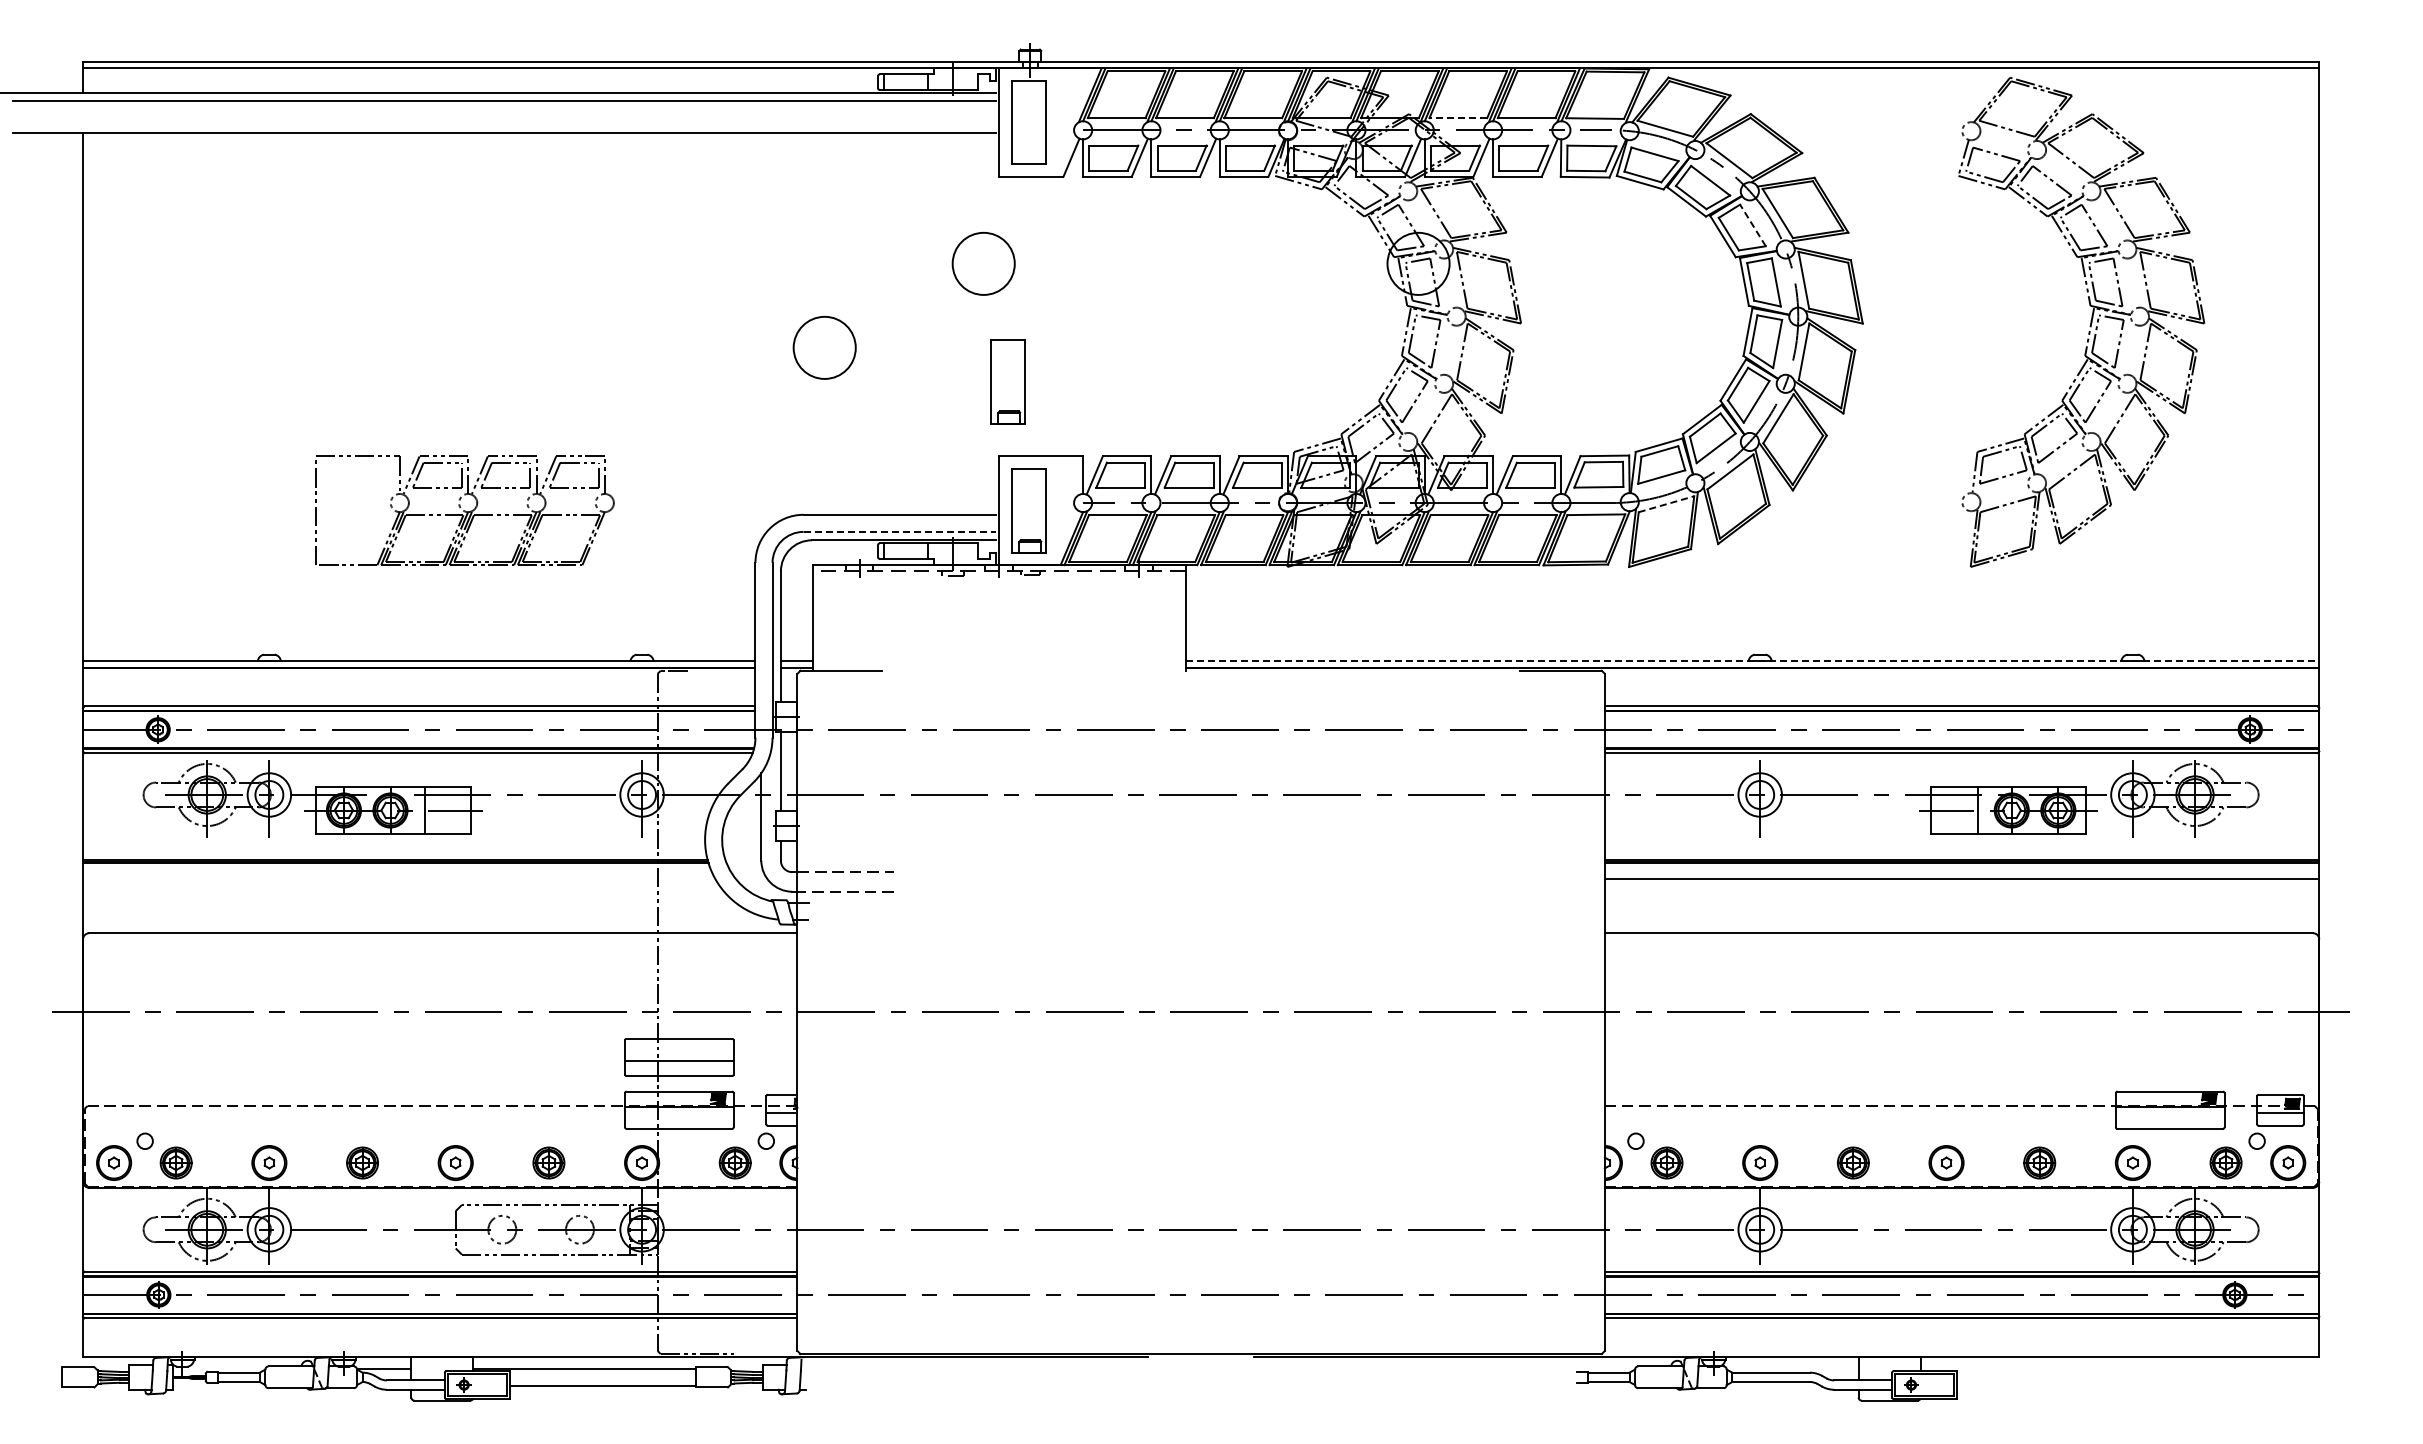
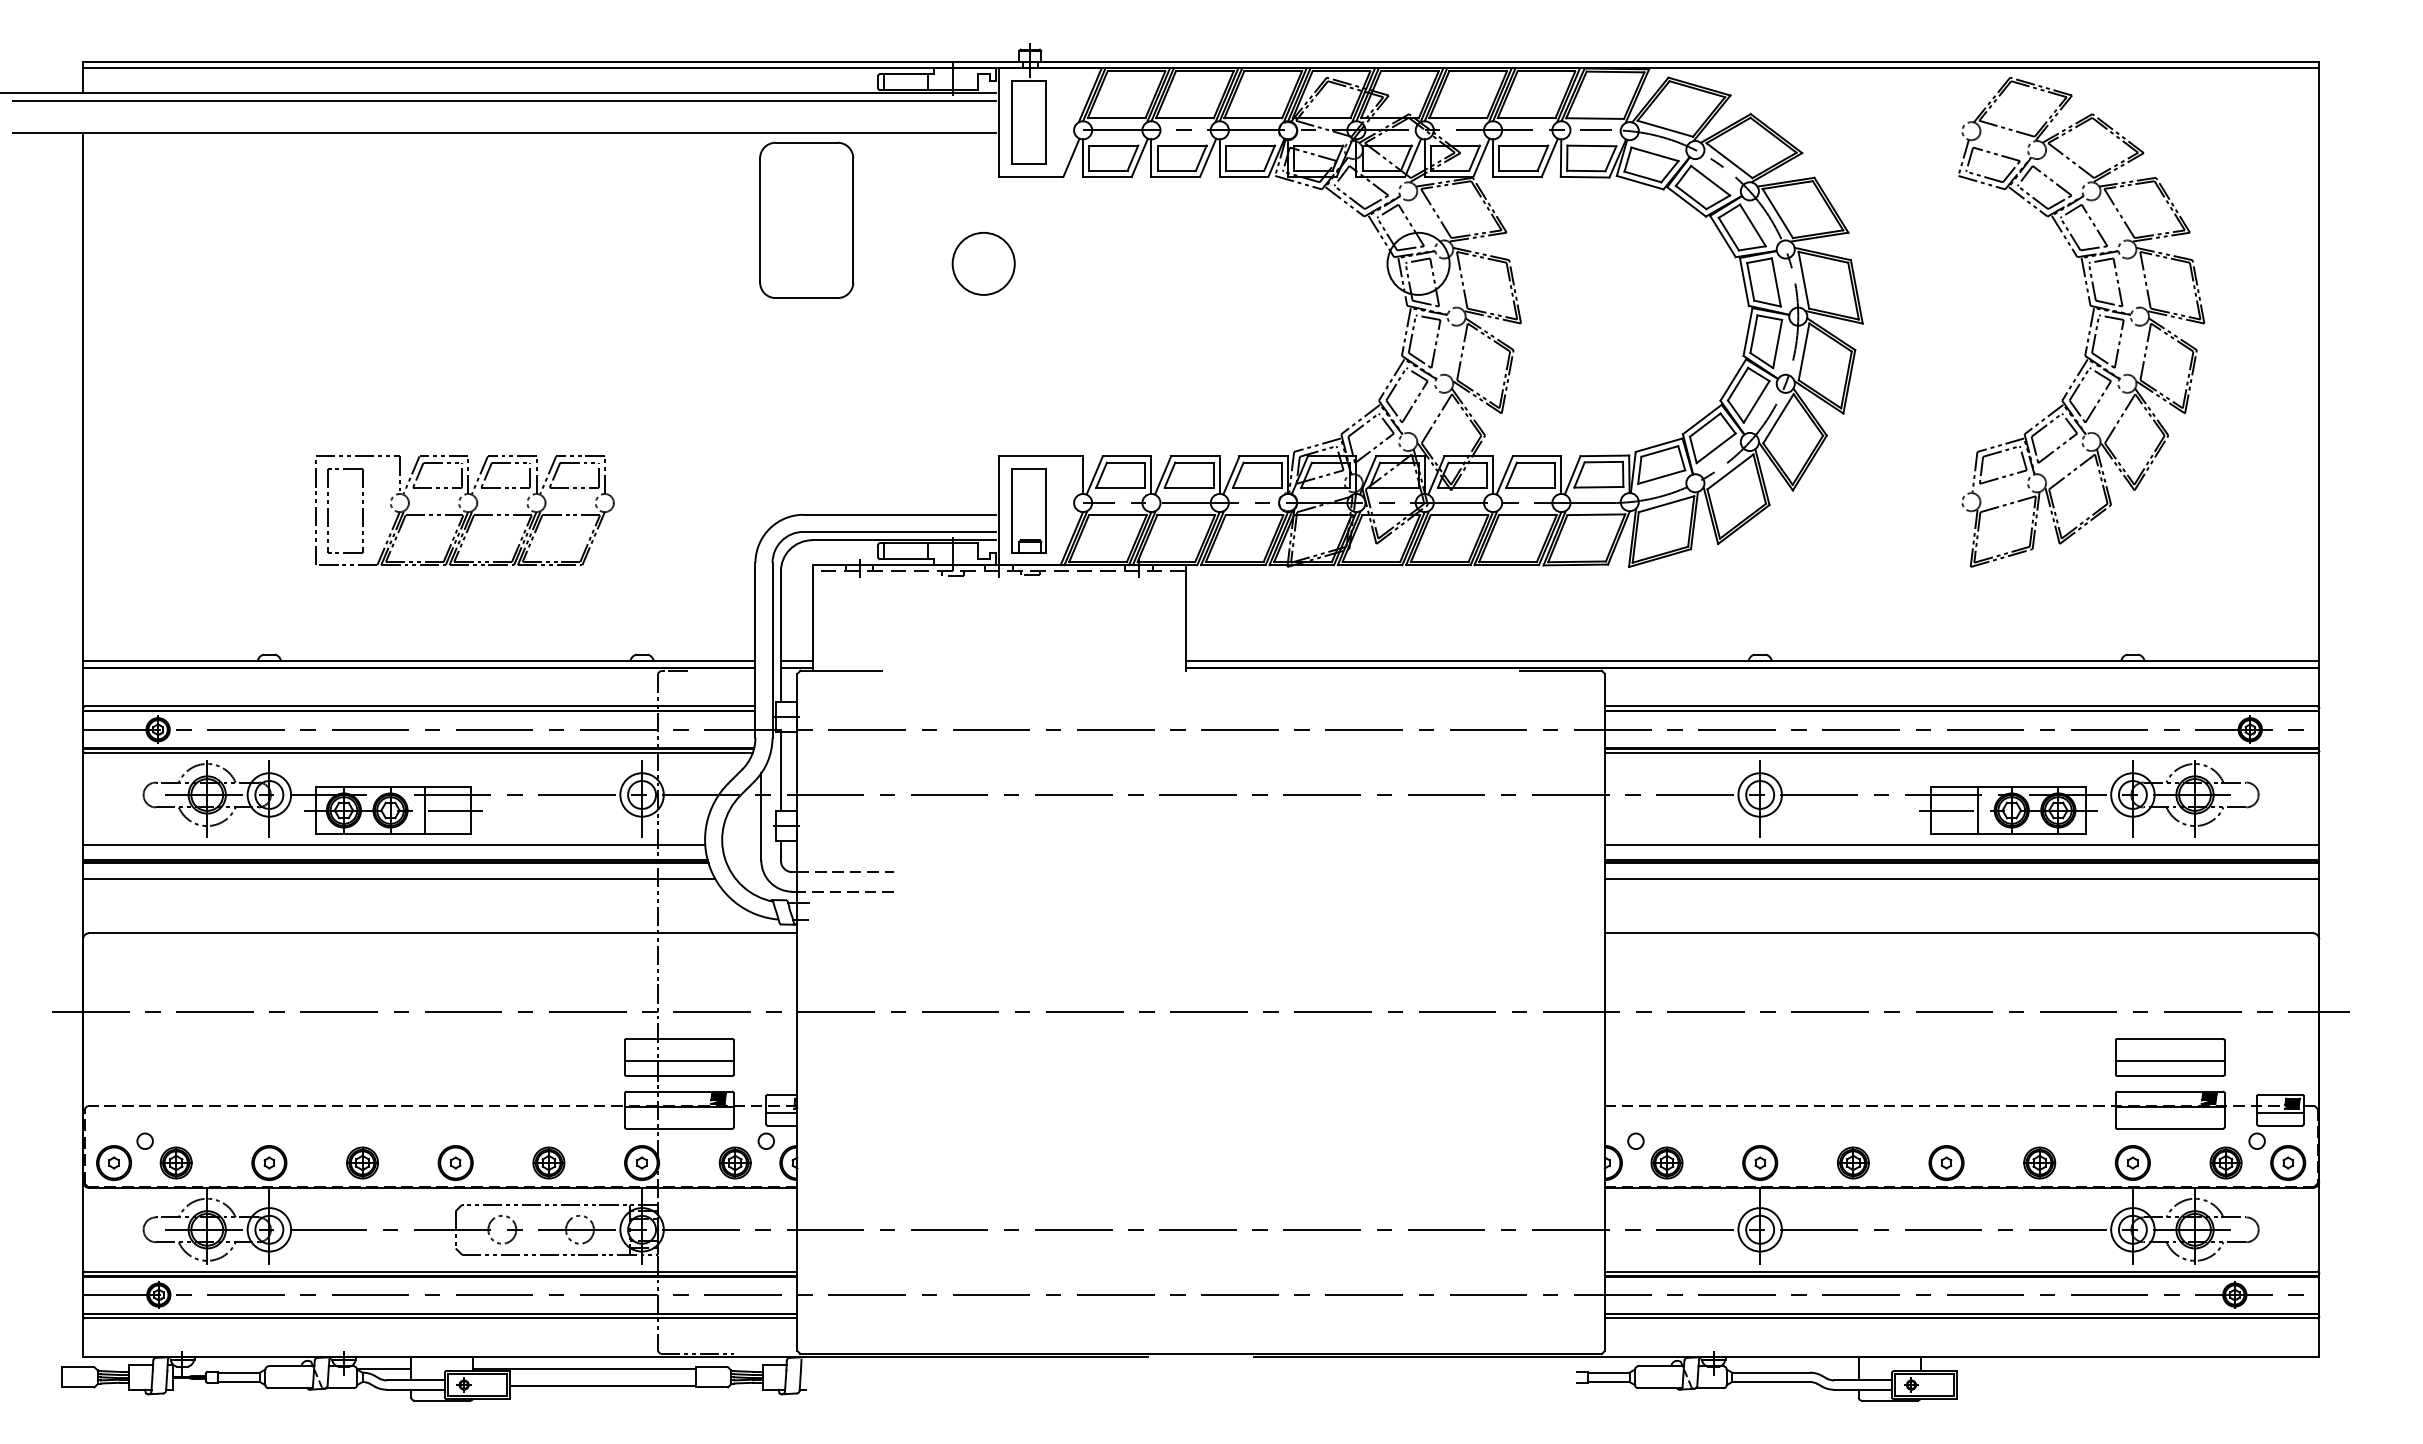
line at (1458, 118): dashed -> solid
part at (806, 219): none -> present
line at (1752, 225): dashed -> solid
circle at (824, 347): present -> none
part at (1007, 381): present -> none
line at (1666, 504): dashed -> solid
part at (328, 510): none -> present
line at (900, 531): dashed -> solid
line at (1752, 661): dashed -> solid
line at (394, 844): none -> present
line at (1961, 844): none -> present
line at (399, 878): none -> present
part at (2170, 1057): none -> present
